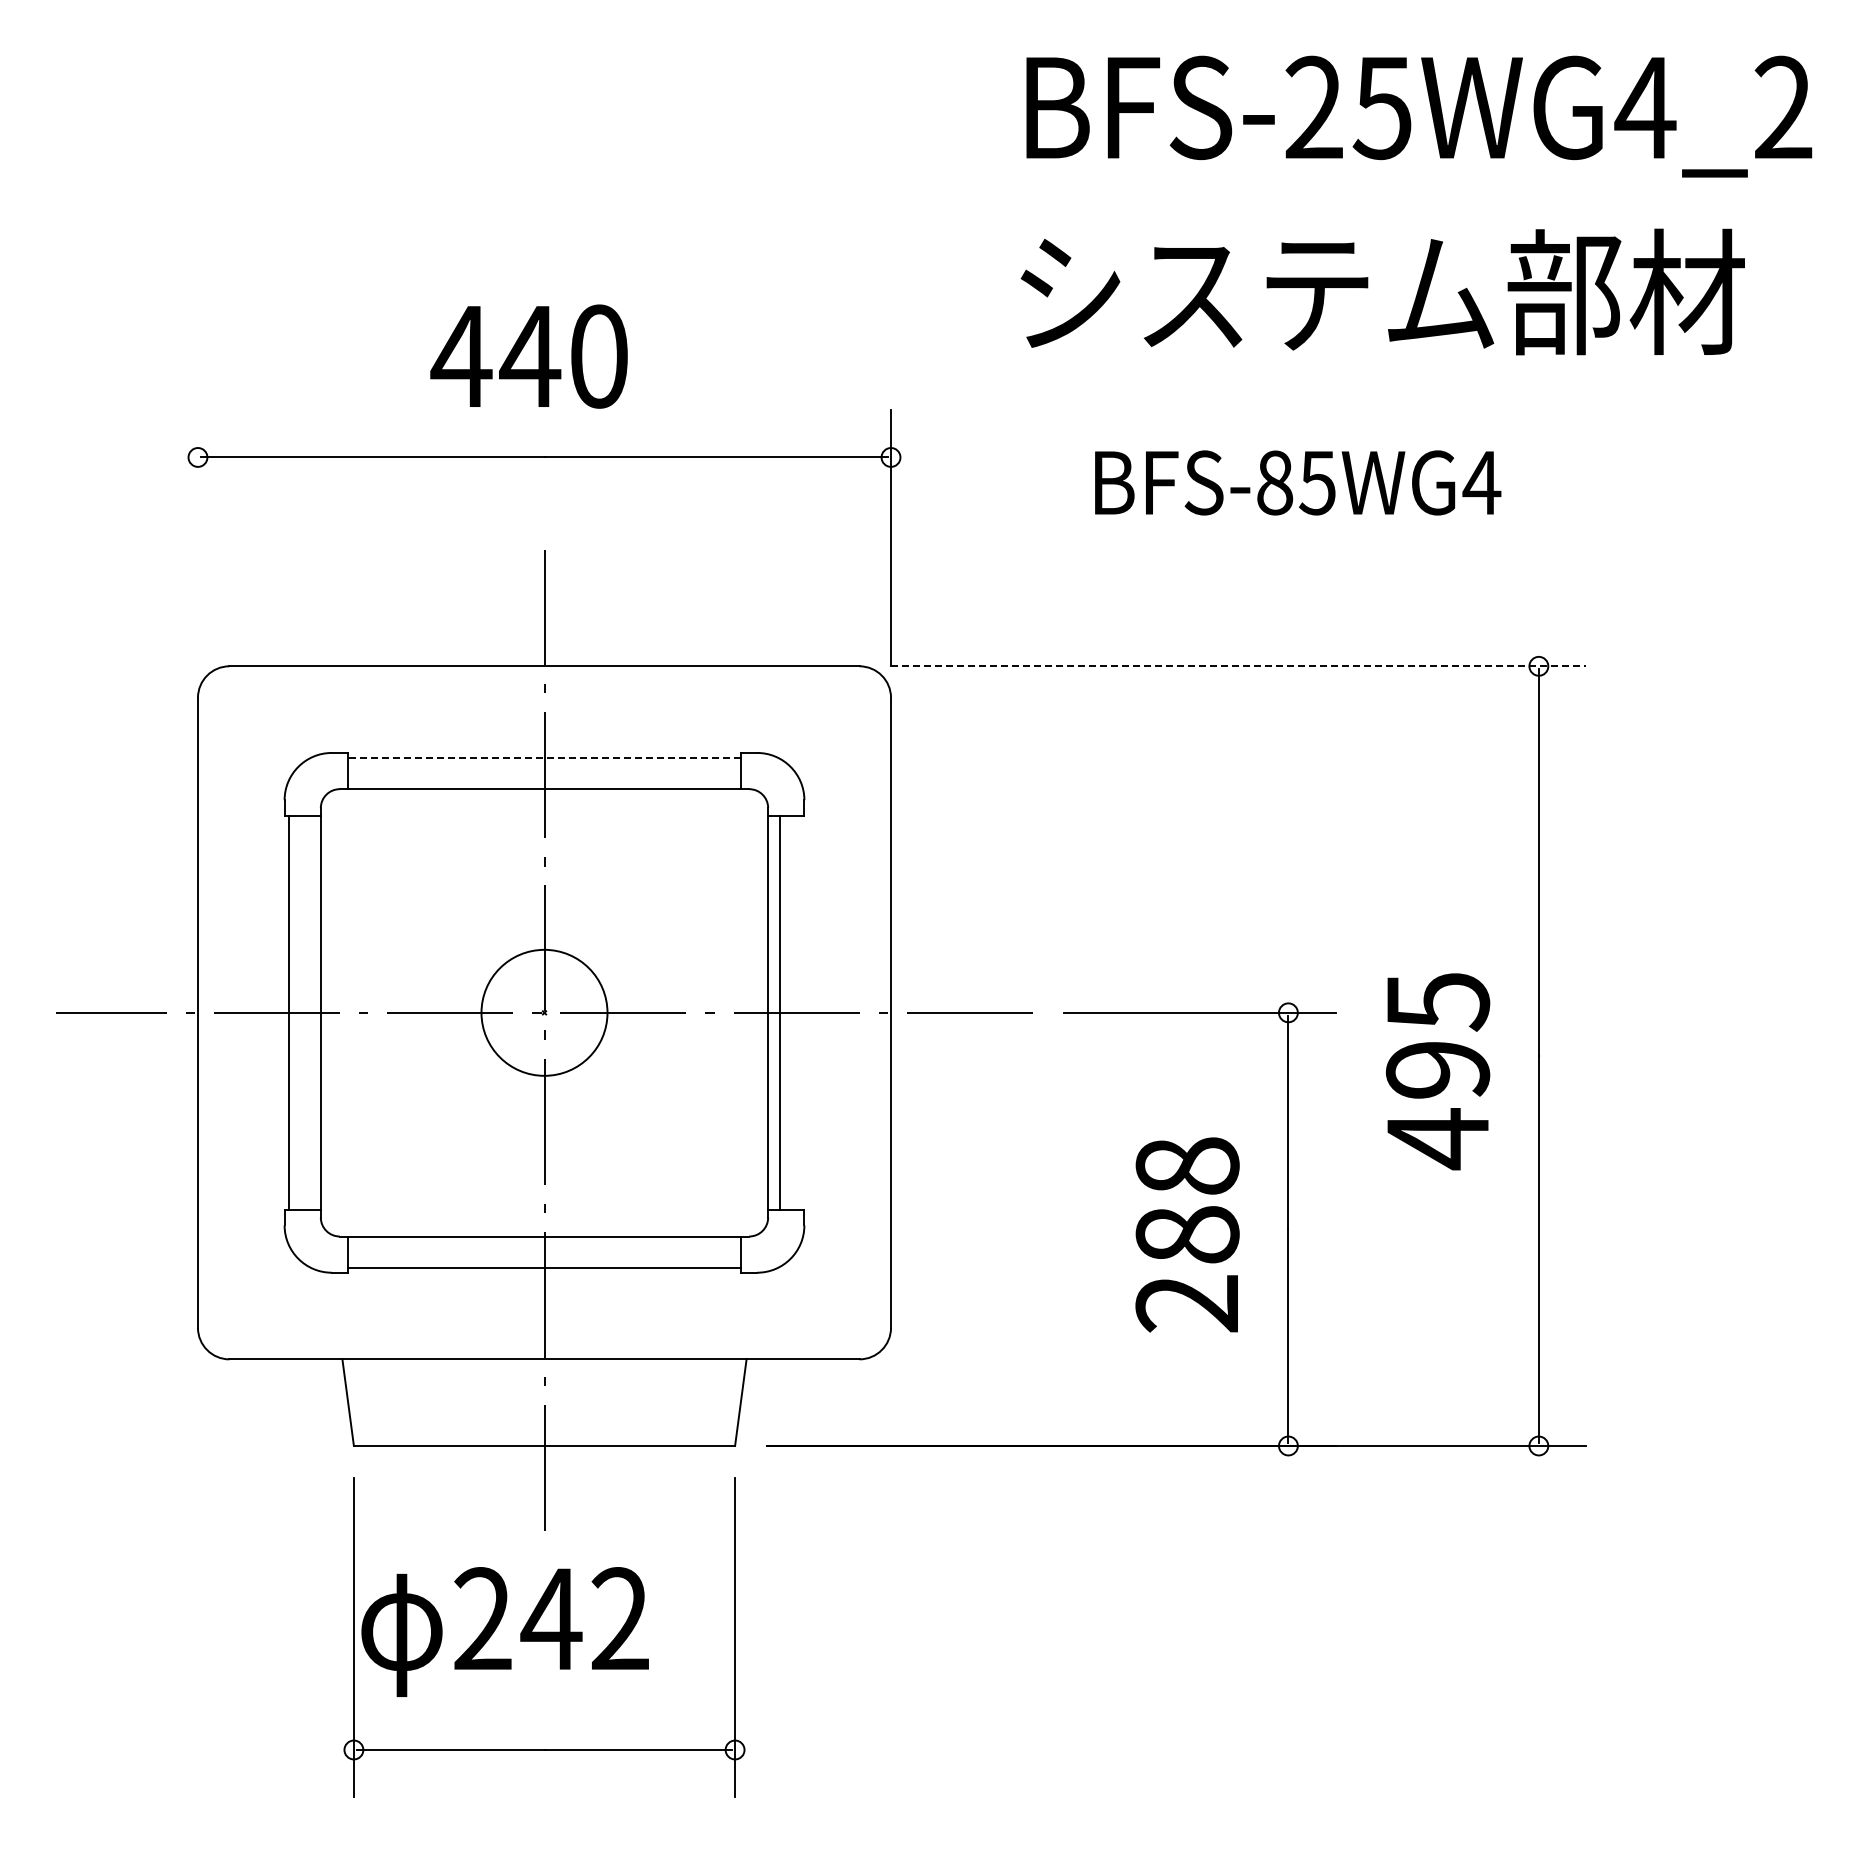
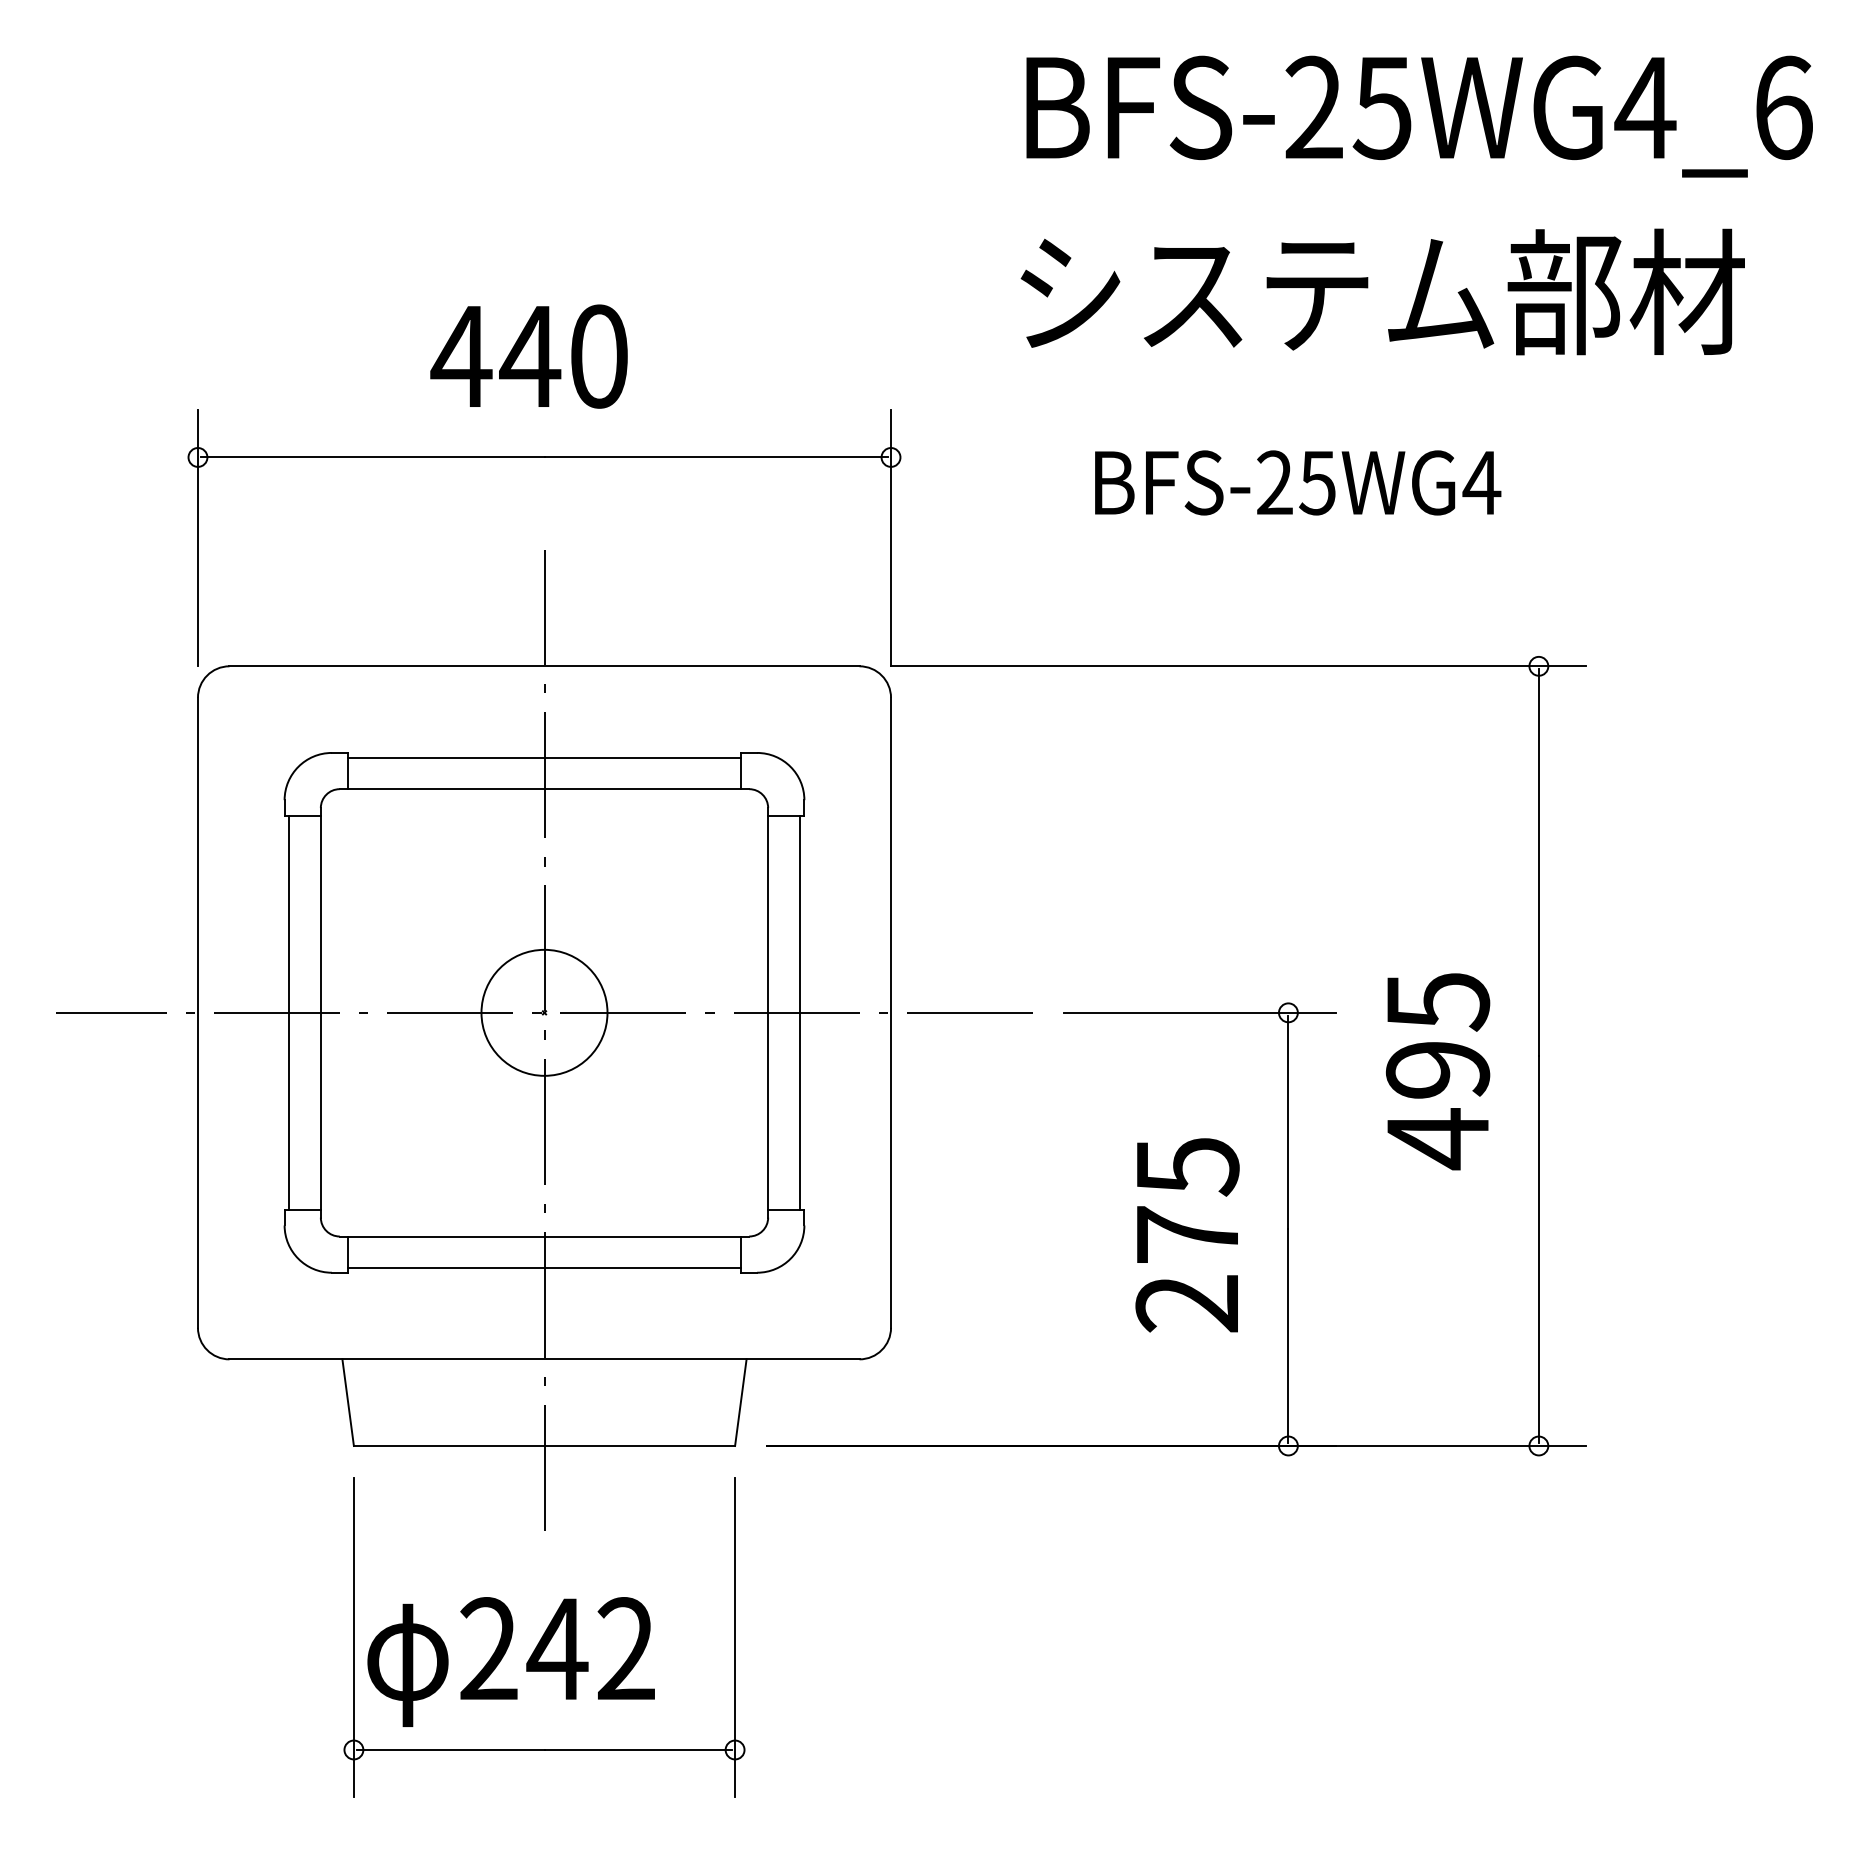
text at (1783, 107): BFS-25WG4_2 -> BFS-25WG4_6
text at (1275, 482): BFS-85WG4 -> BFS-25WG4
line at (197, 538): none -> present
line at (1238, 666): dashed -> solid
line at (544, 757): dashed -> solid
line at (779, 1012) position: (779, 1012) -> (799, 1012)
text at (1187, 1200): 288 -> 275
text at (504, 1631) position: (504, 1631) -> (510, 1661)
